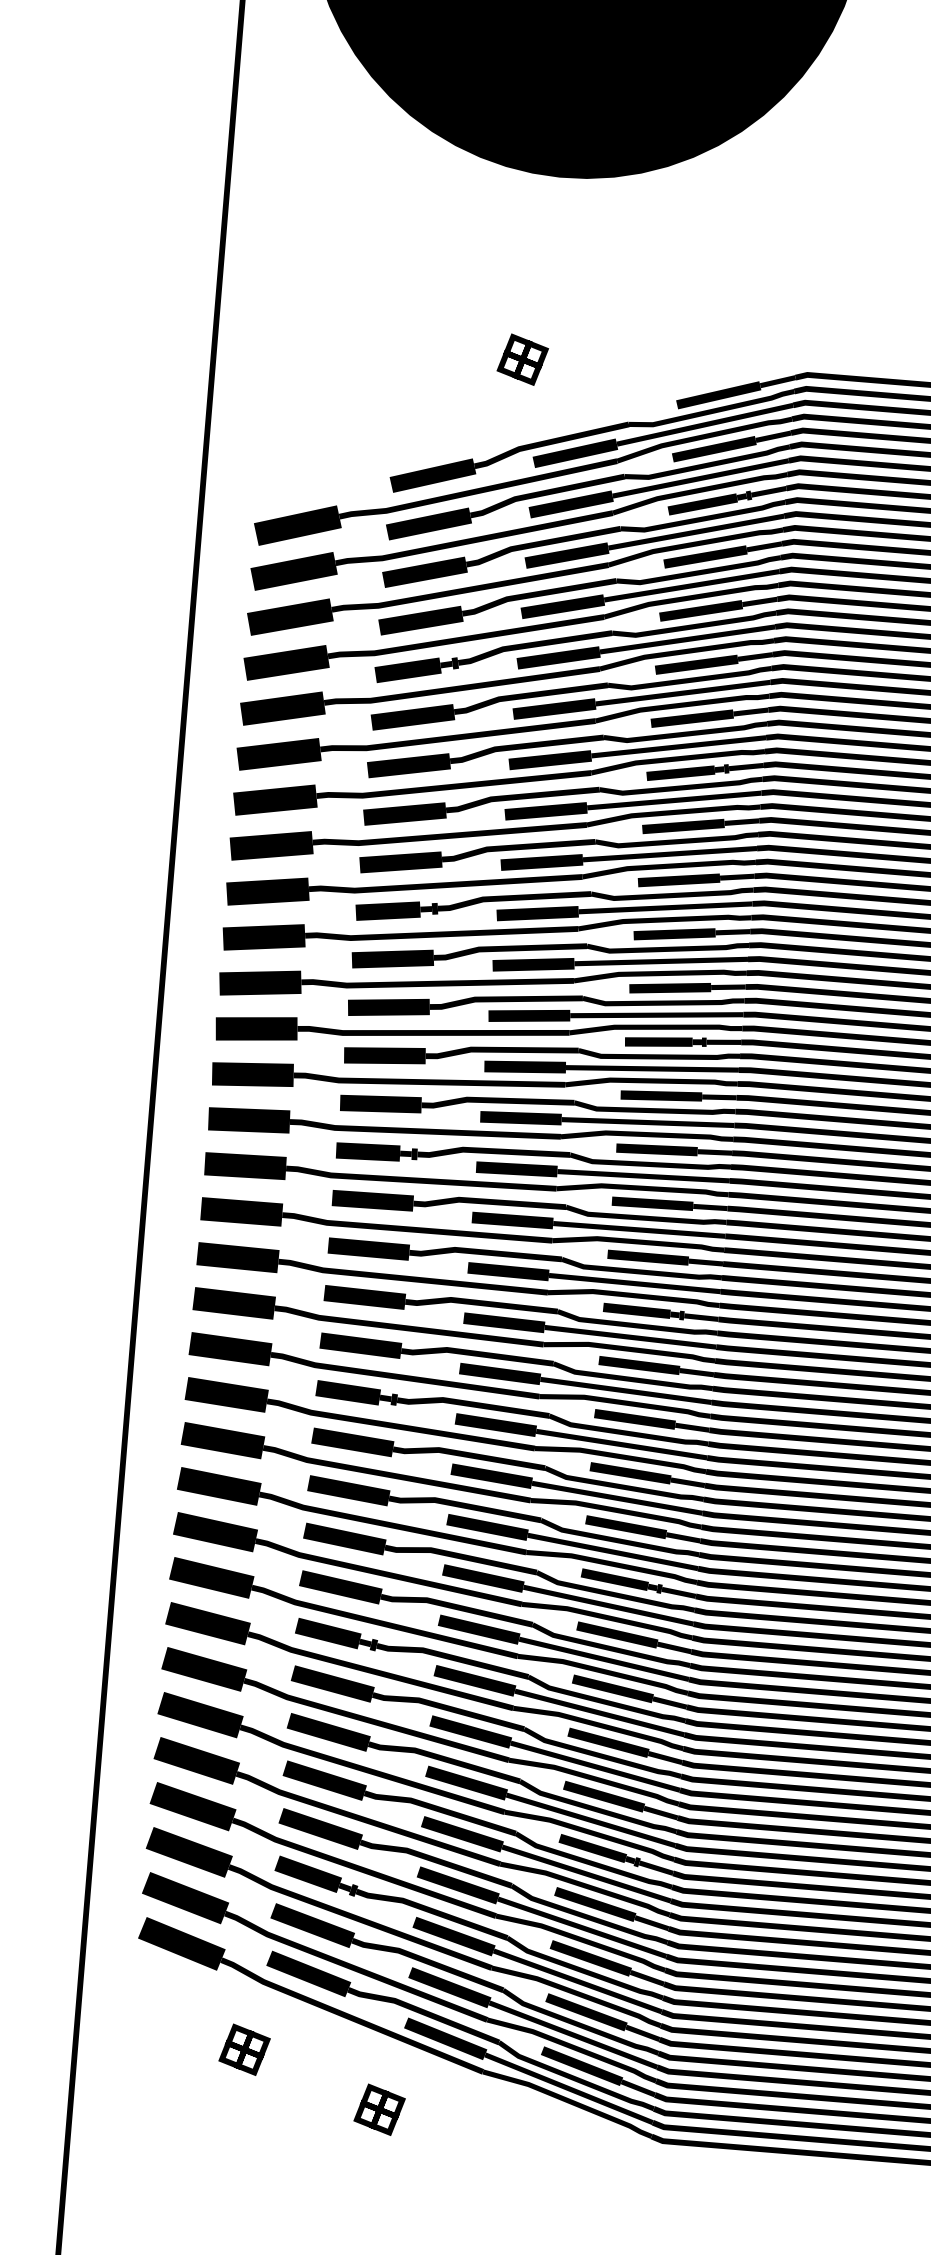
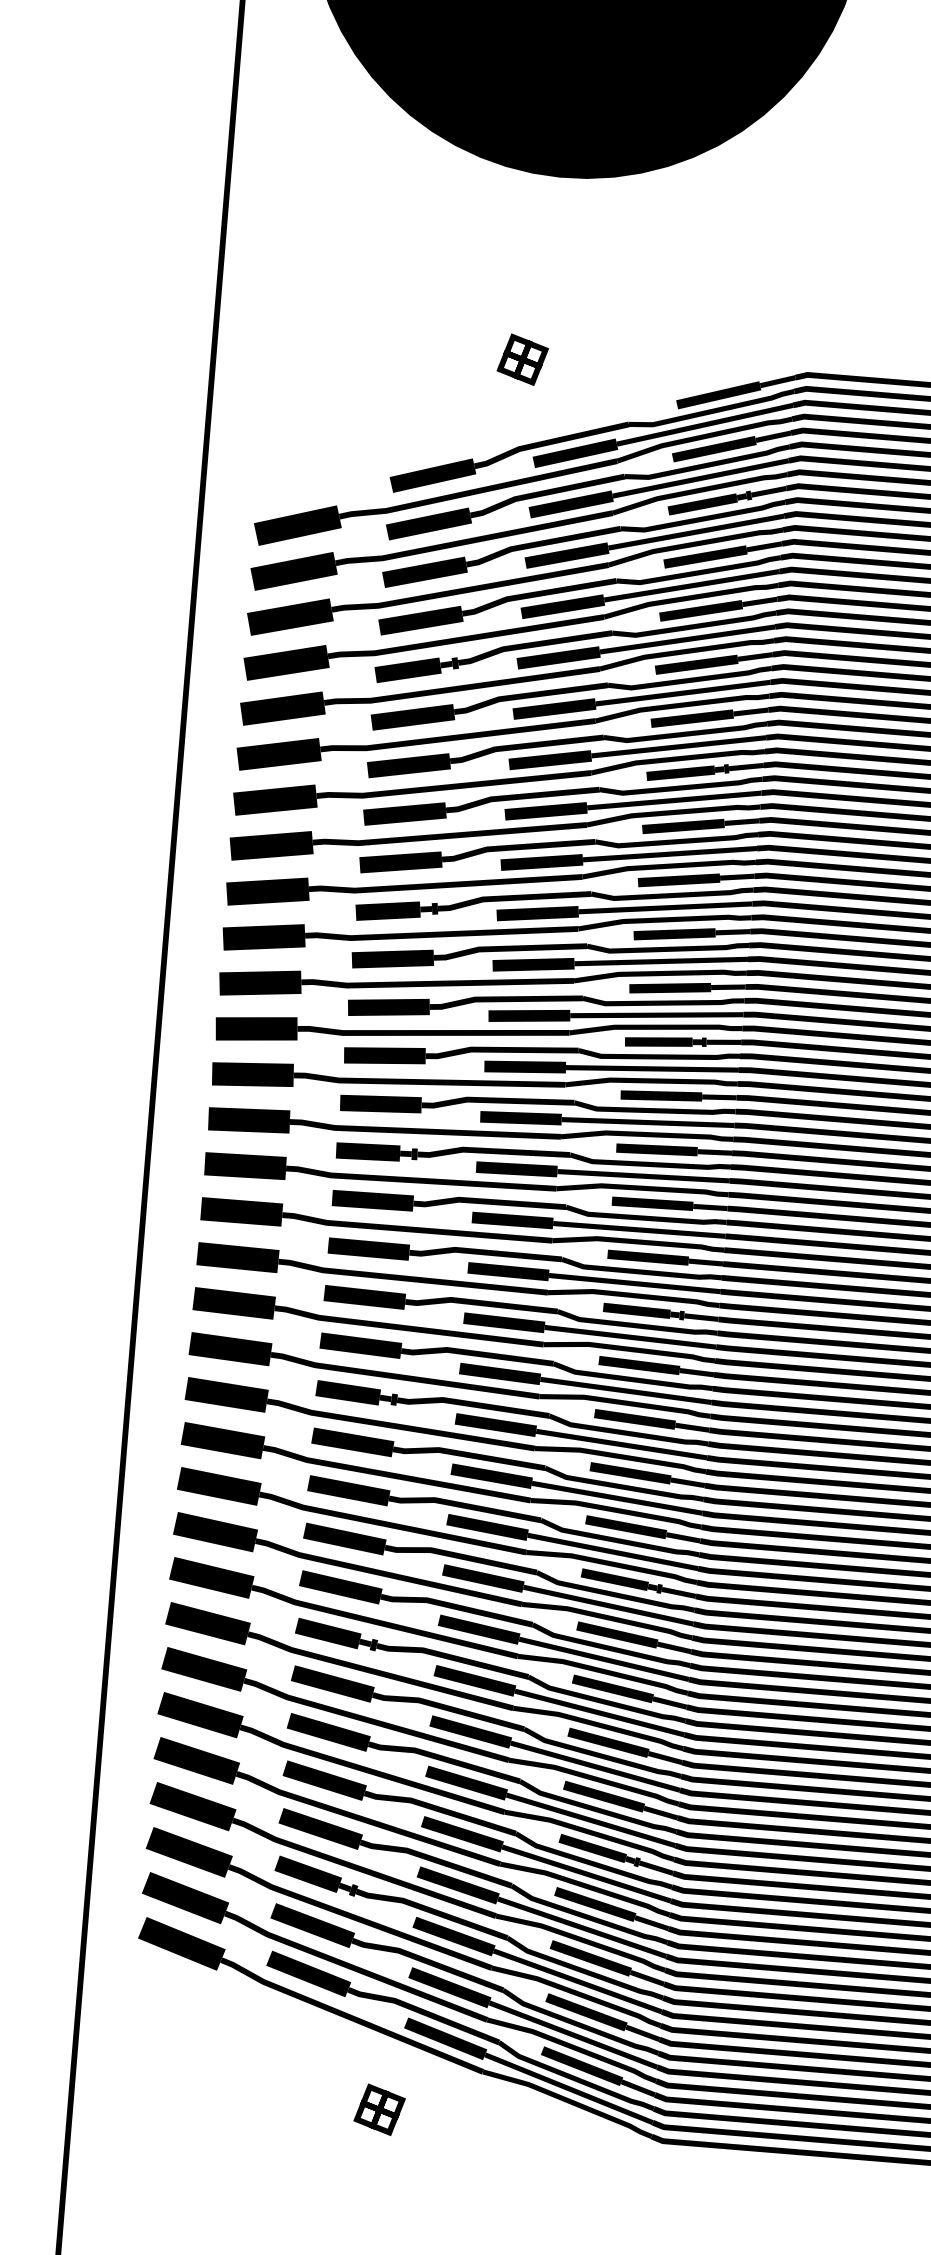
part at (244, 2049): present -> none
